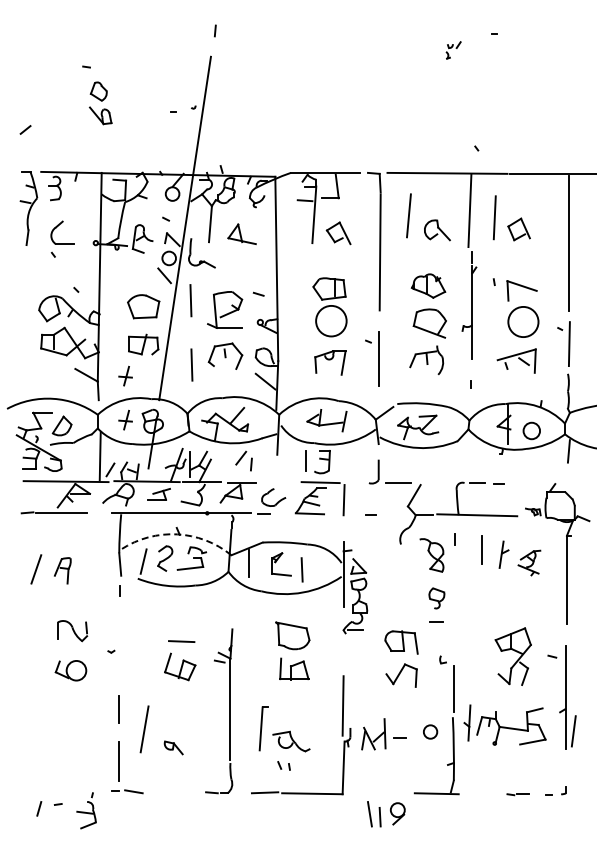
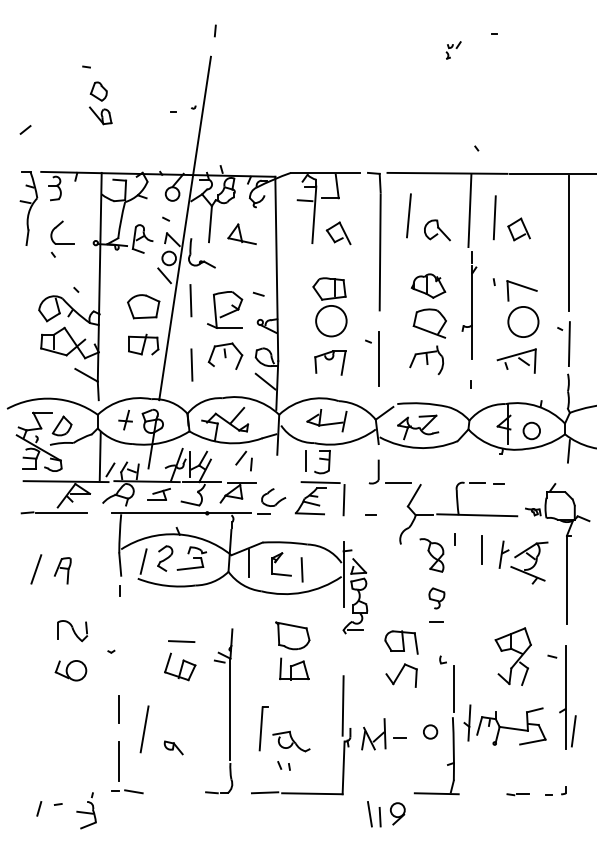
part at (125, 375): present -> none
arc at (177, 534): dashed -> solid
part at (529, 562) size: 25x28 px -> 39x44 px
